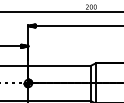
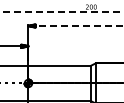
line at (62, 11): solid -> dashed
line at (76, 26): solid -> dashed
